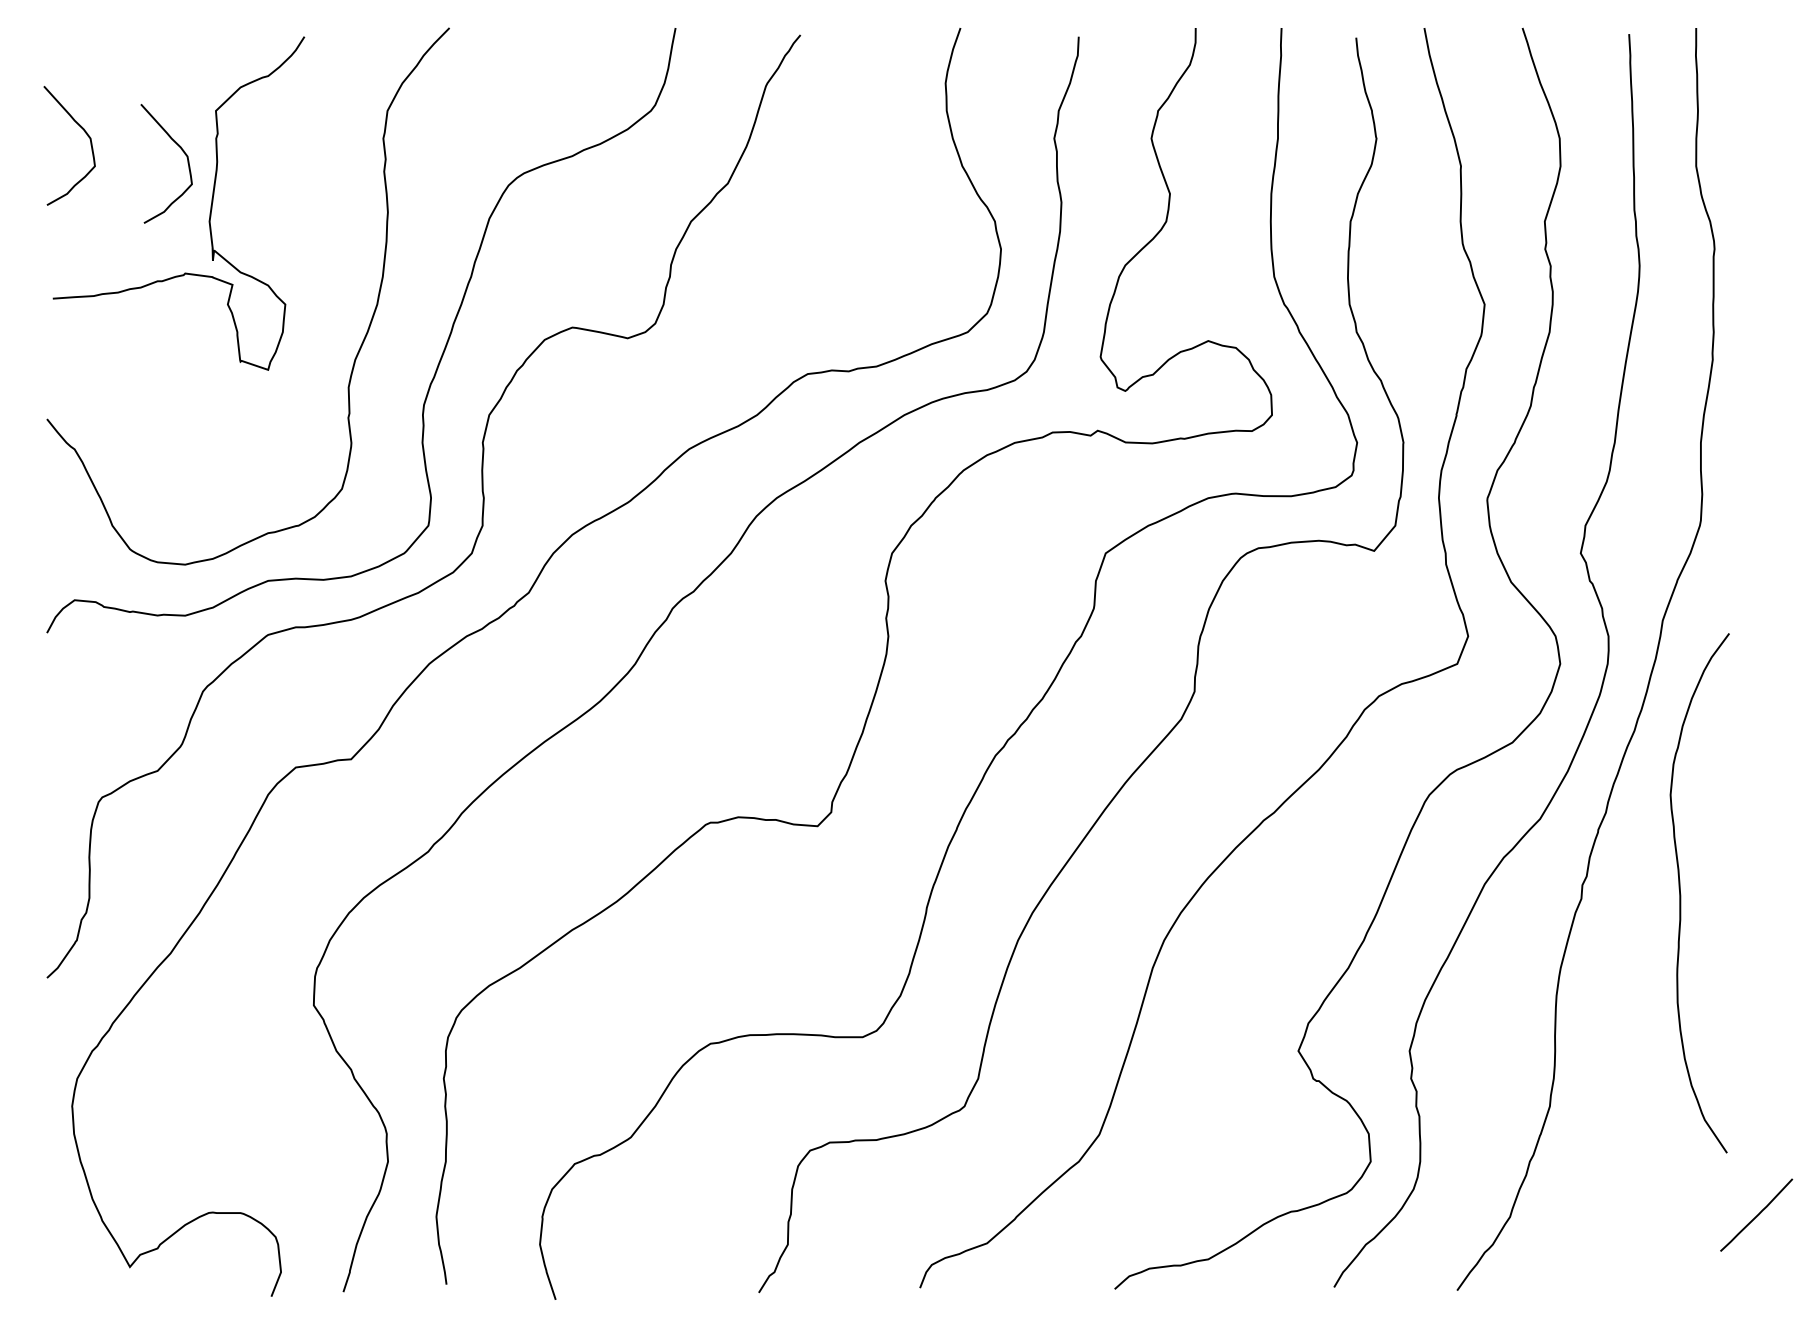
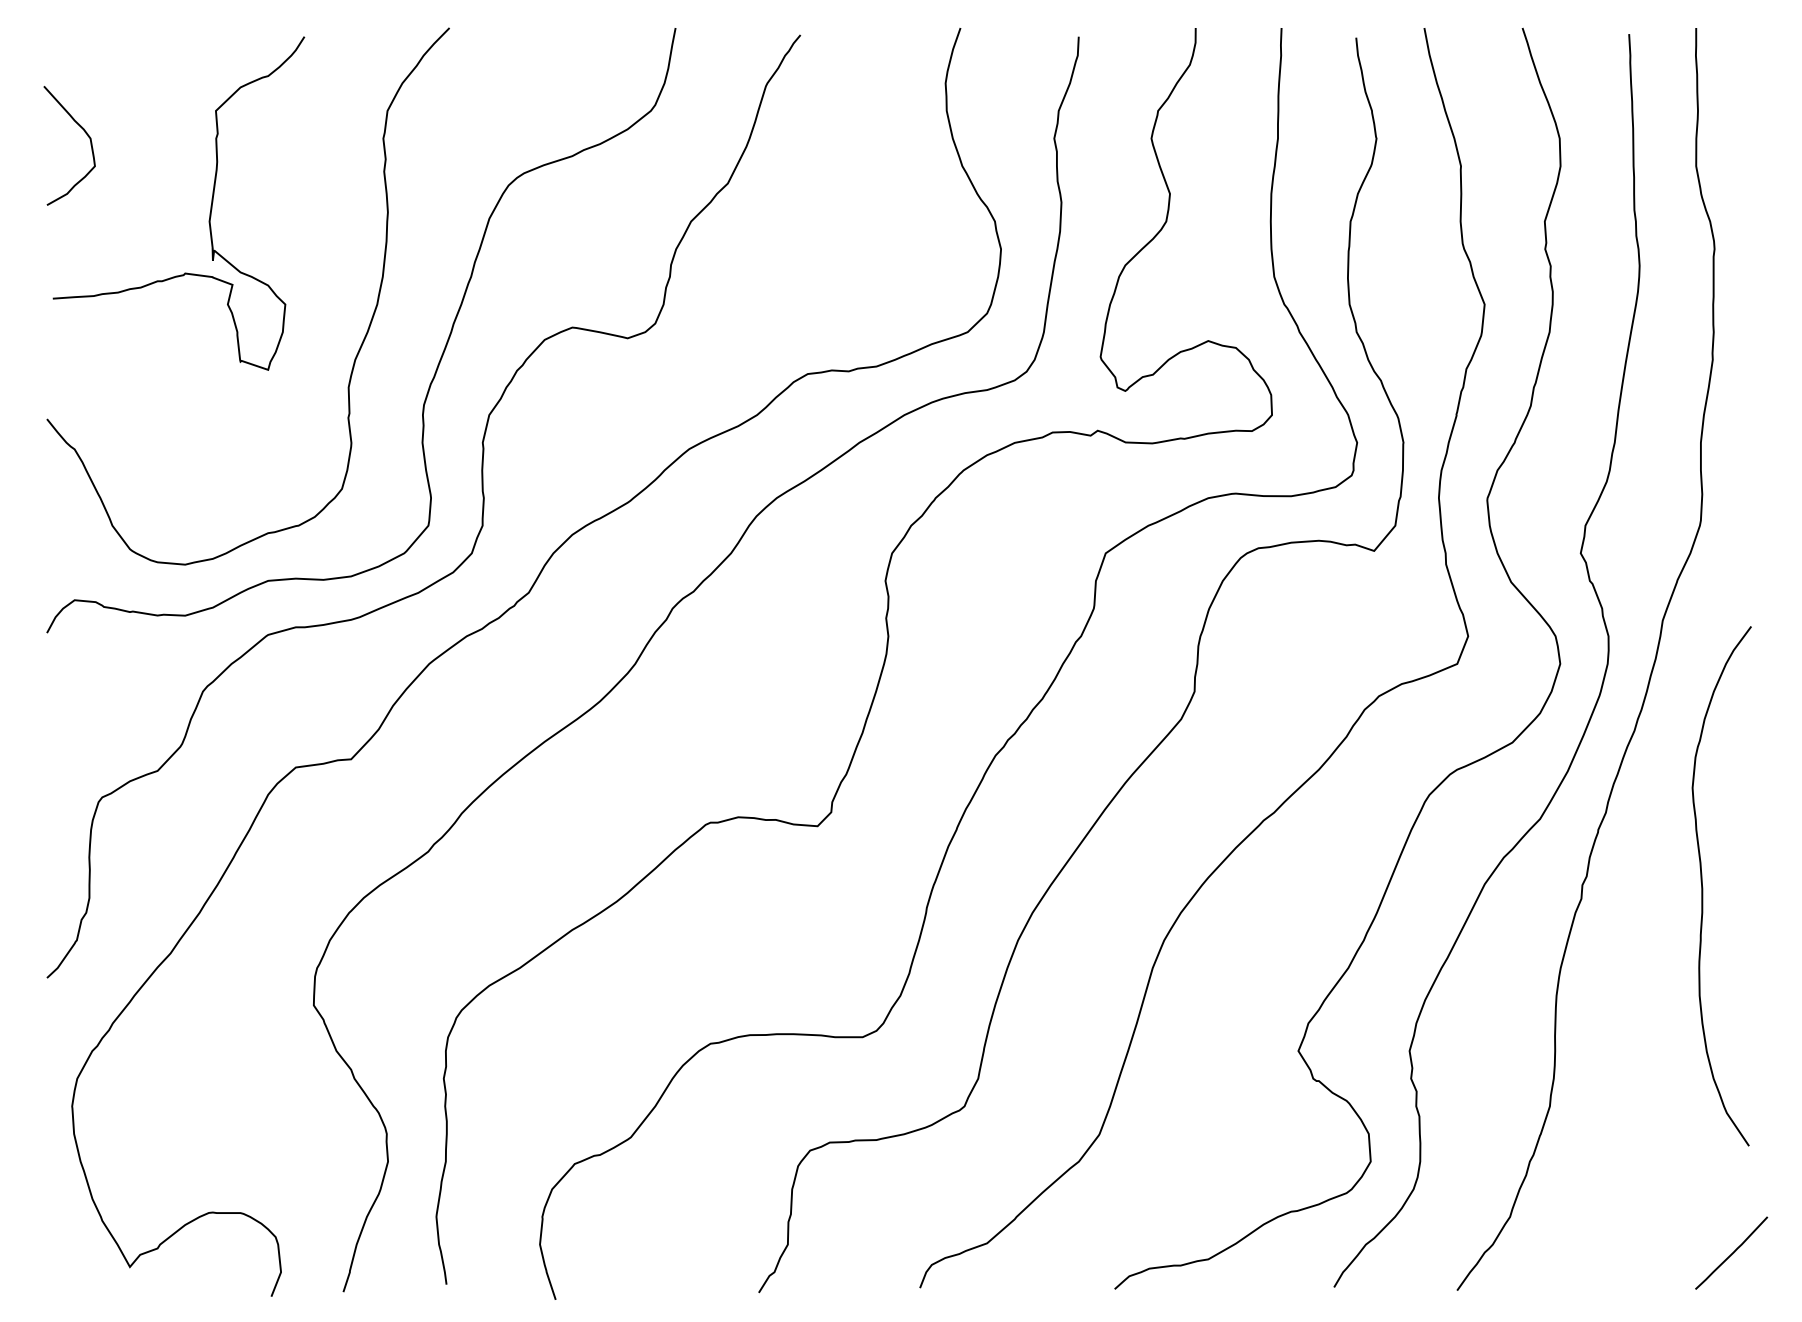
curve at (181, 150): present -> none
curve at (1681, 894) position: (1681, 894) -> (1703, 887)
curve at (1757, 1214) position: (1757, 1214) -> (1732, 1252)
